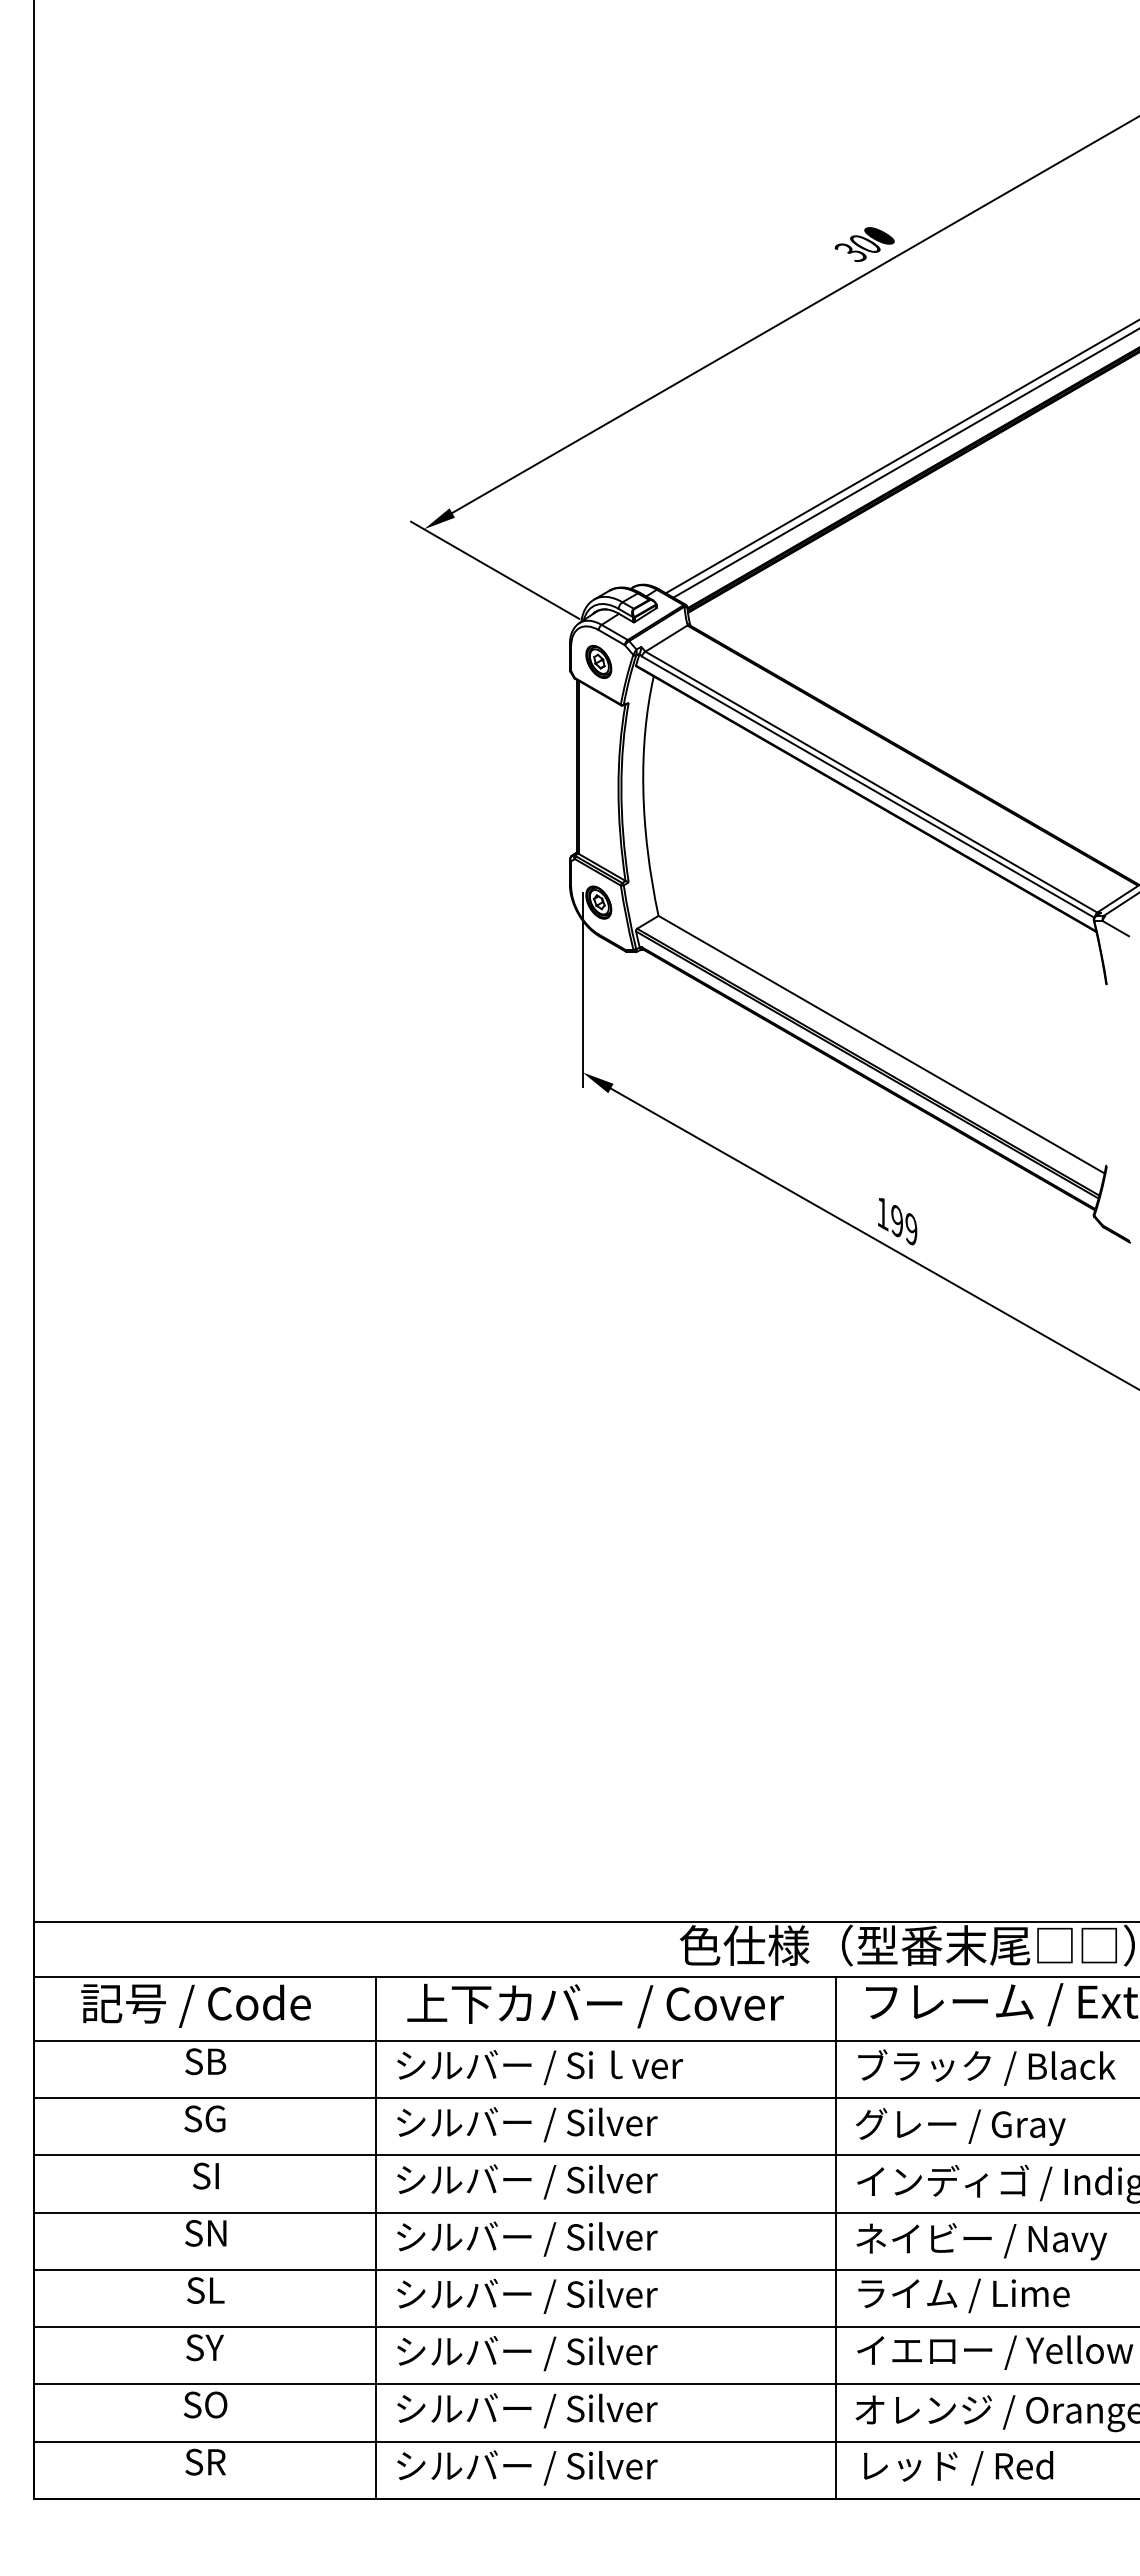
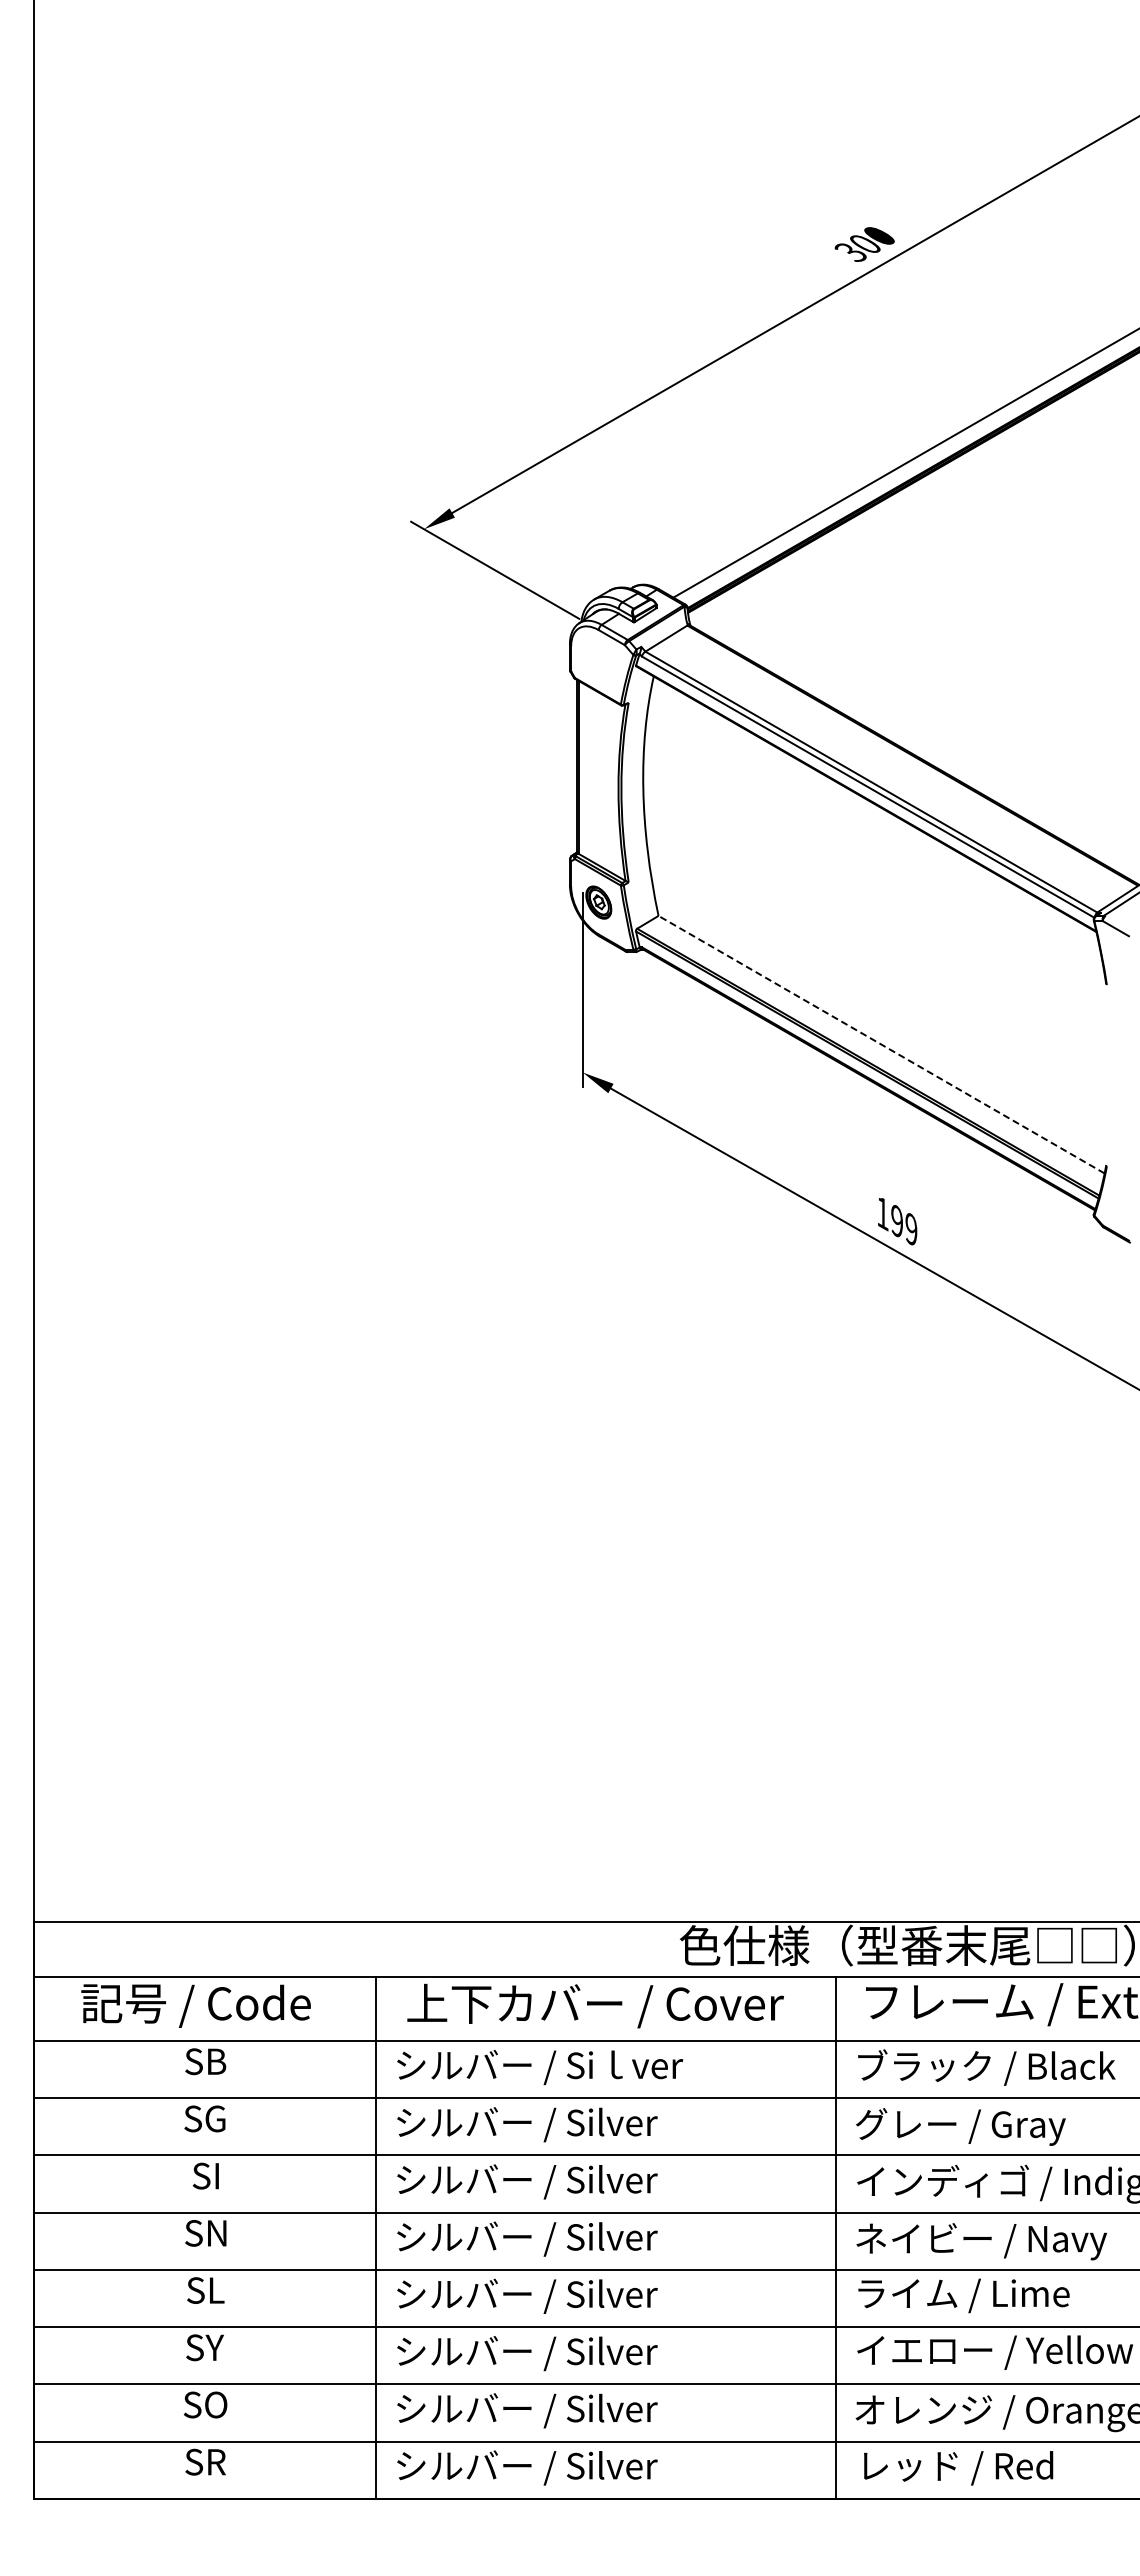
line at (900, 457): present -> none
part at (598, 661): present -> none
line at (881, 1044): solid -> dashed
